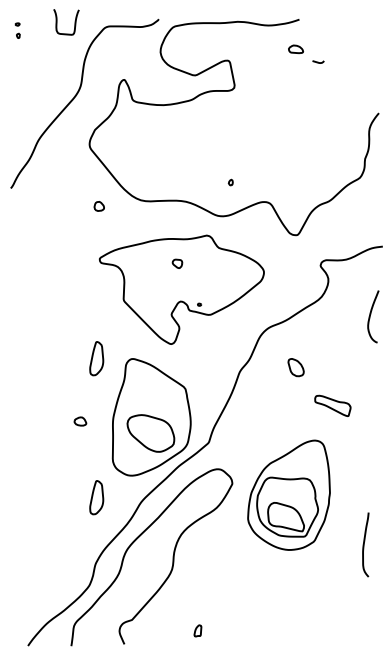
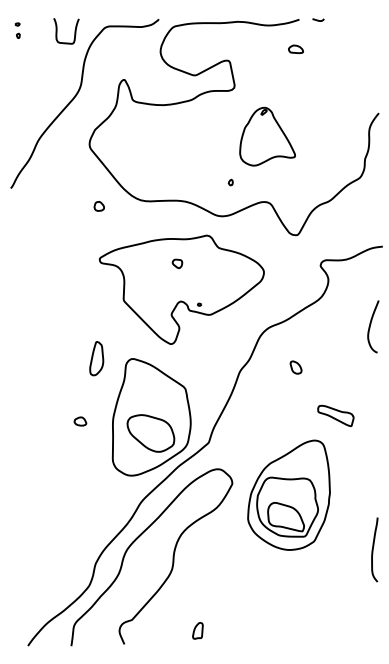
curve at (74, 22) position: (74, 22) -> (74, 31)
curve at (318, 61) position: (318, 61) -> (318, 19)
part at (267, 136): none -> present
curve at (371, 314) position: (371, 314) -> (371, 324)
part at (295, 367) size: 18x20 px -> 14x15 px
part at (332, 405) position: (332, 405) -> (335, 415)
part at (96, 497): present -> none
curve at (364, 544) position: (364, 544) -> (373, 549)
part at (197, 630) size: 10x14 px -> 12x18 px
